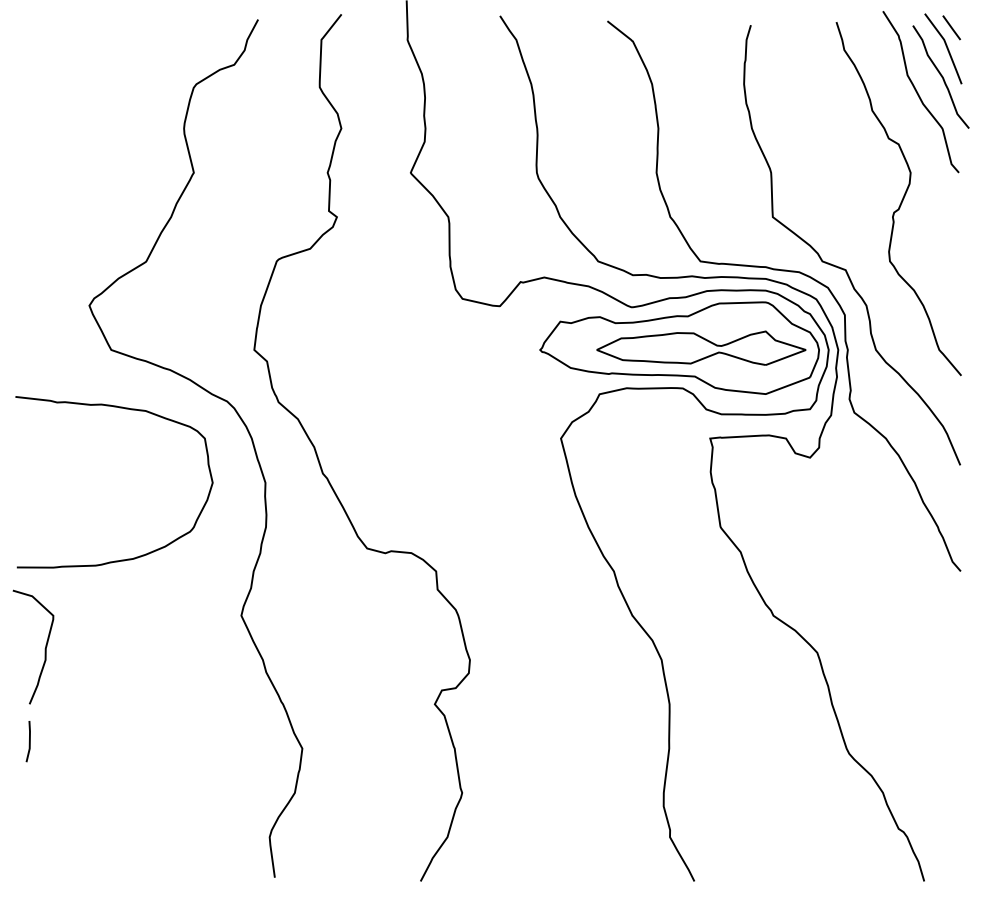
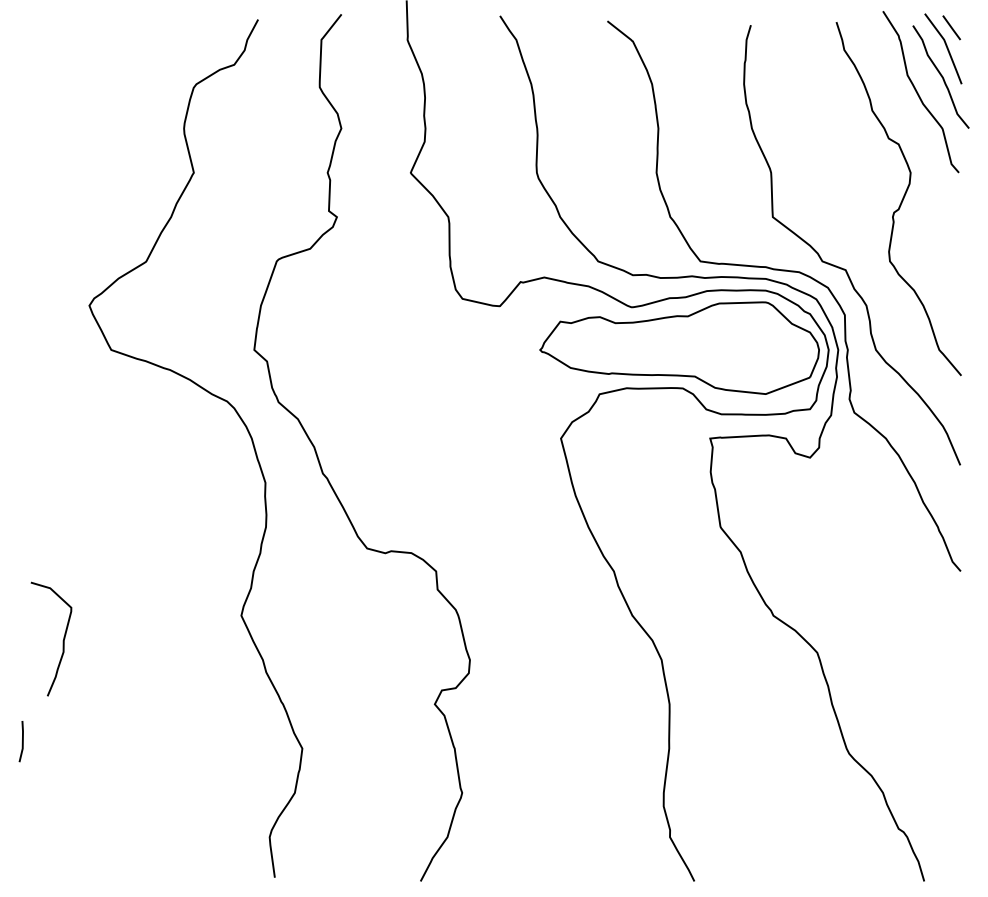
part at (701, 347): present -> none
curve at (125, 409): present -> none
curve at (44, 648) position: (44, 648) -> (62, 640)
line at (29, 741) position: (29, 741) -> (22, 741)
